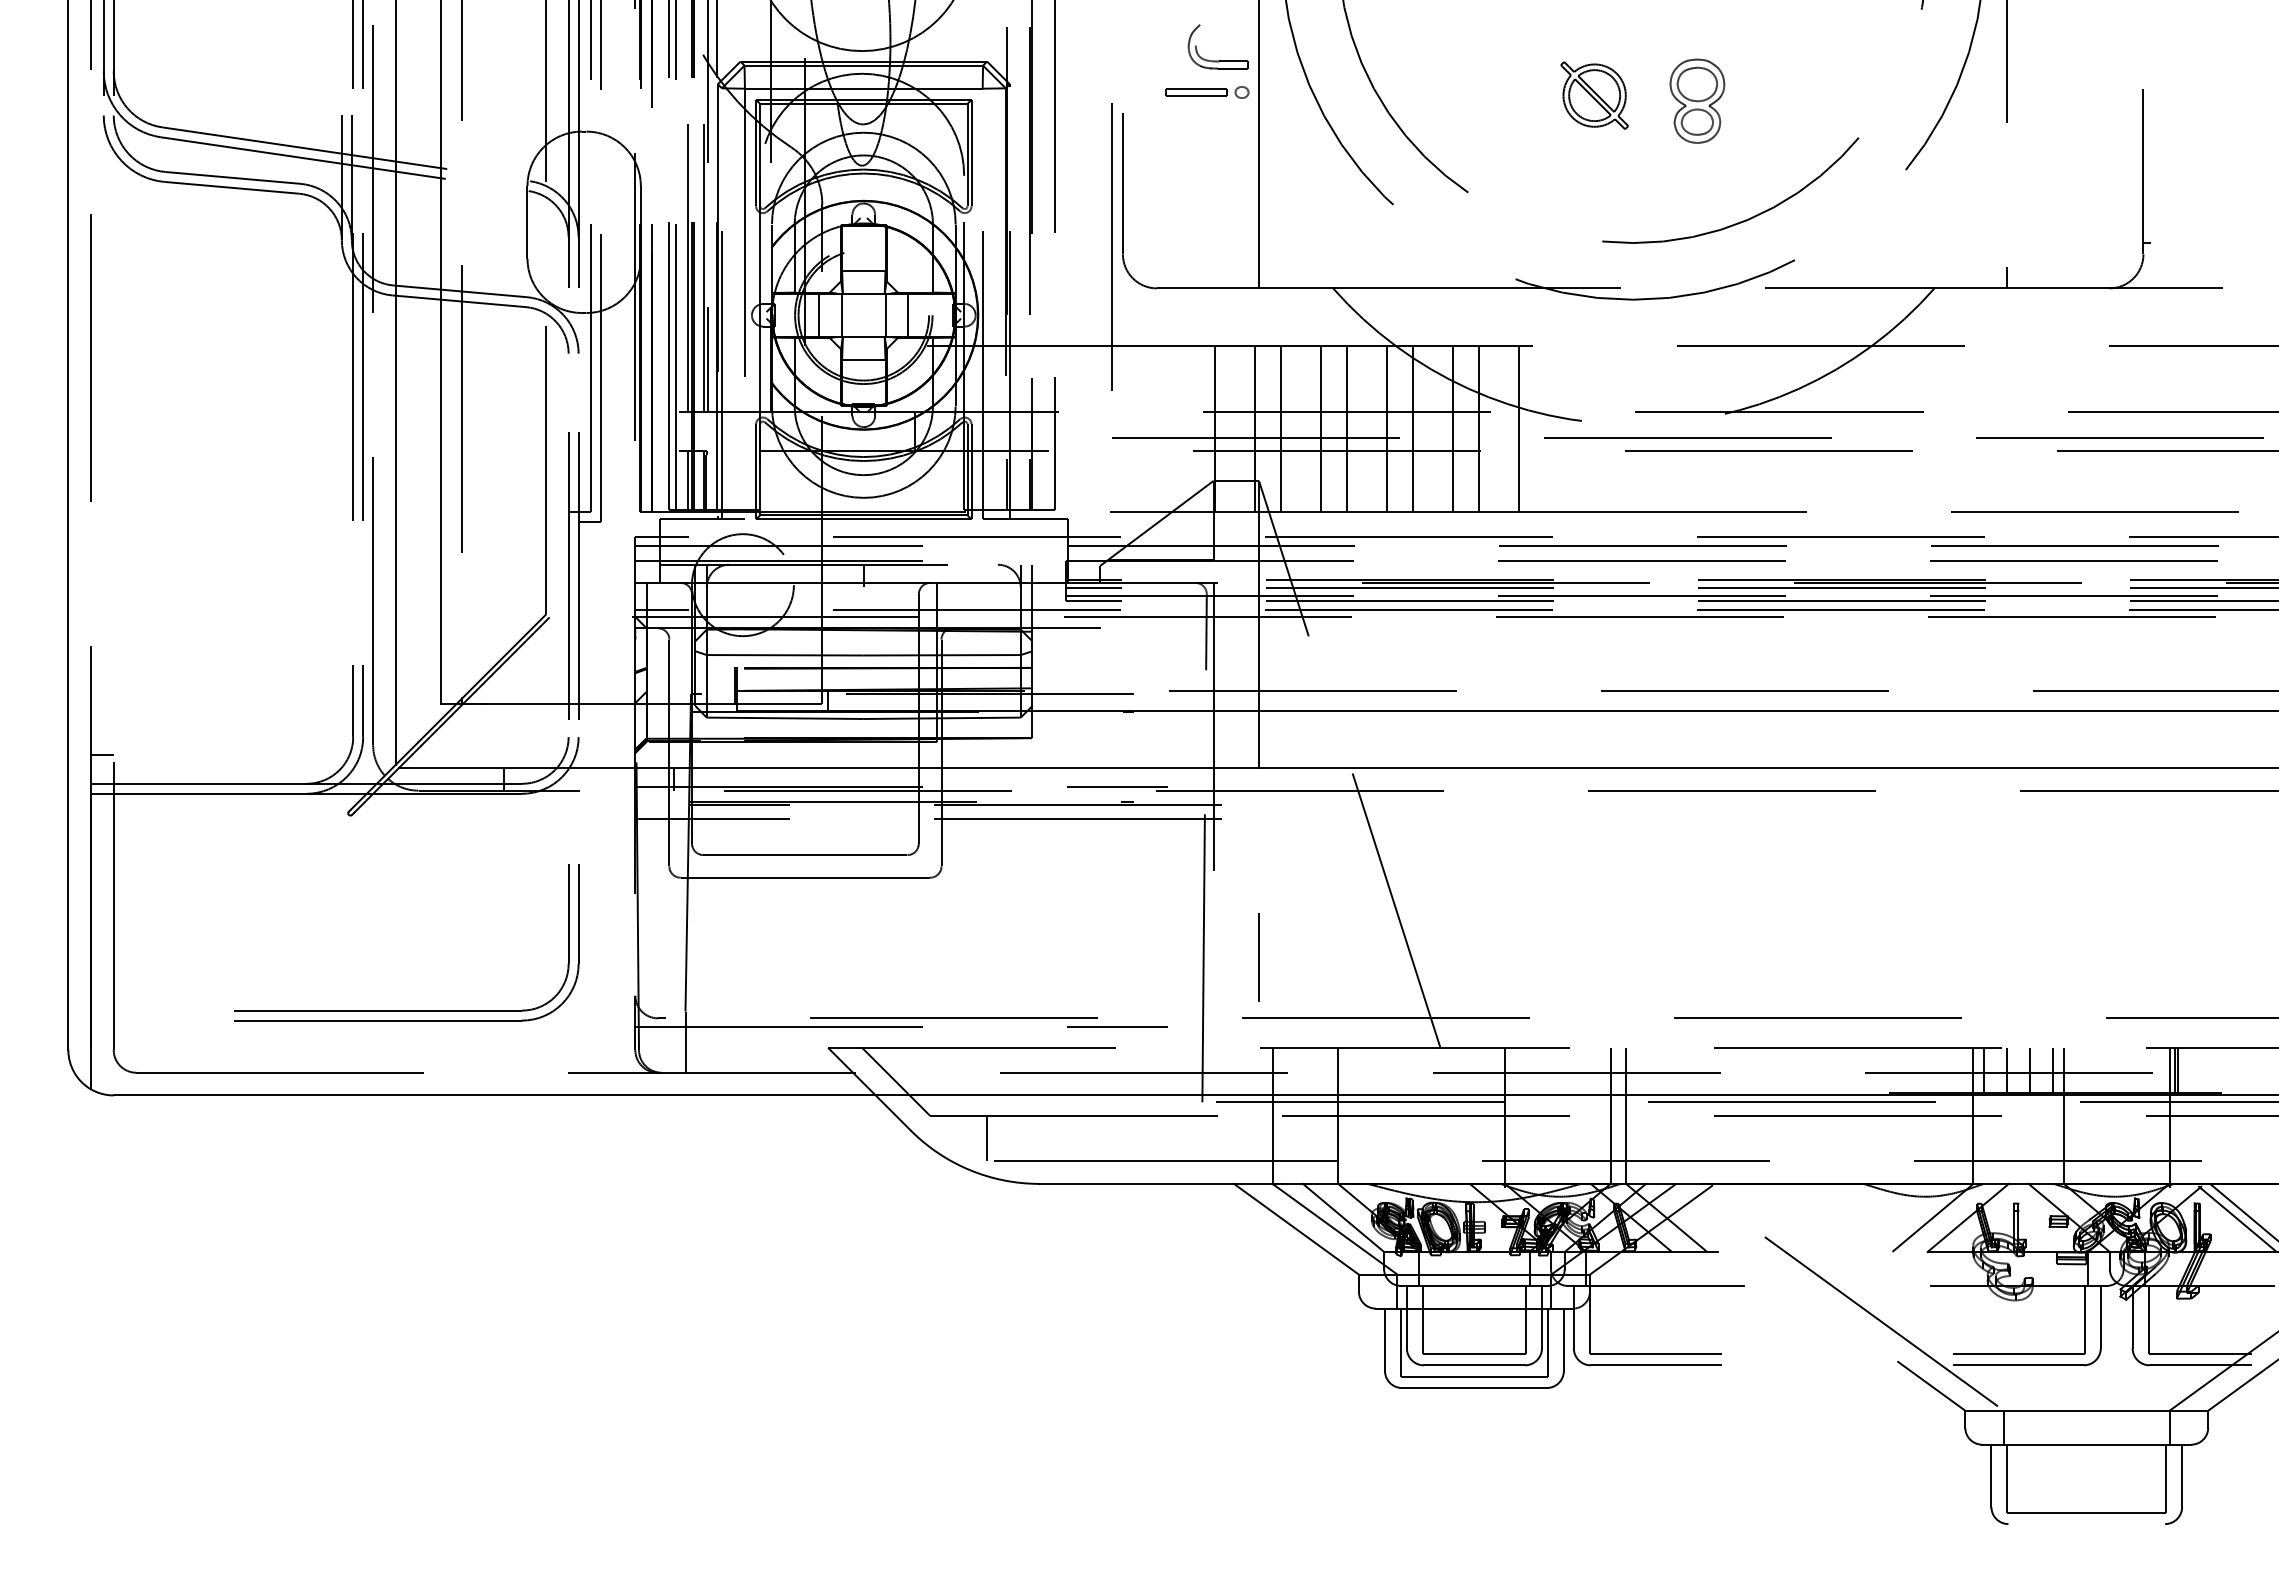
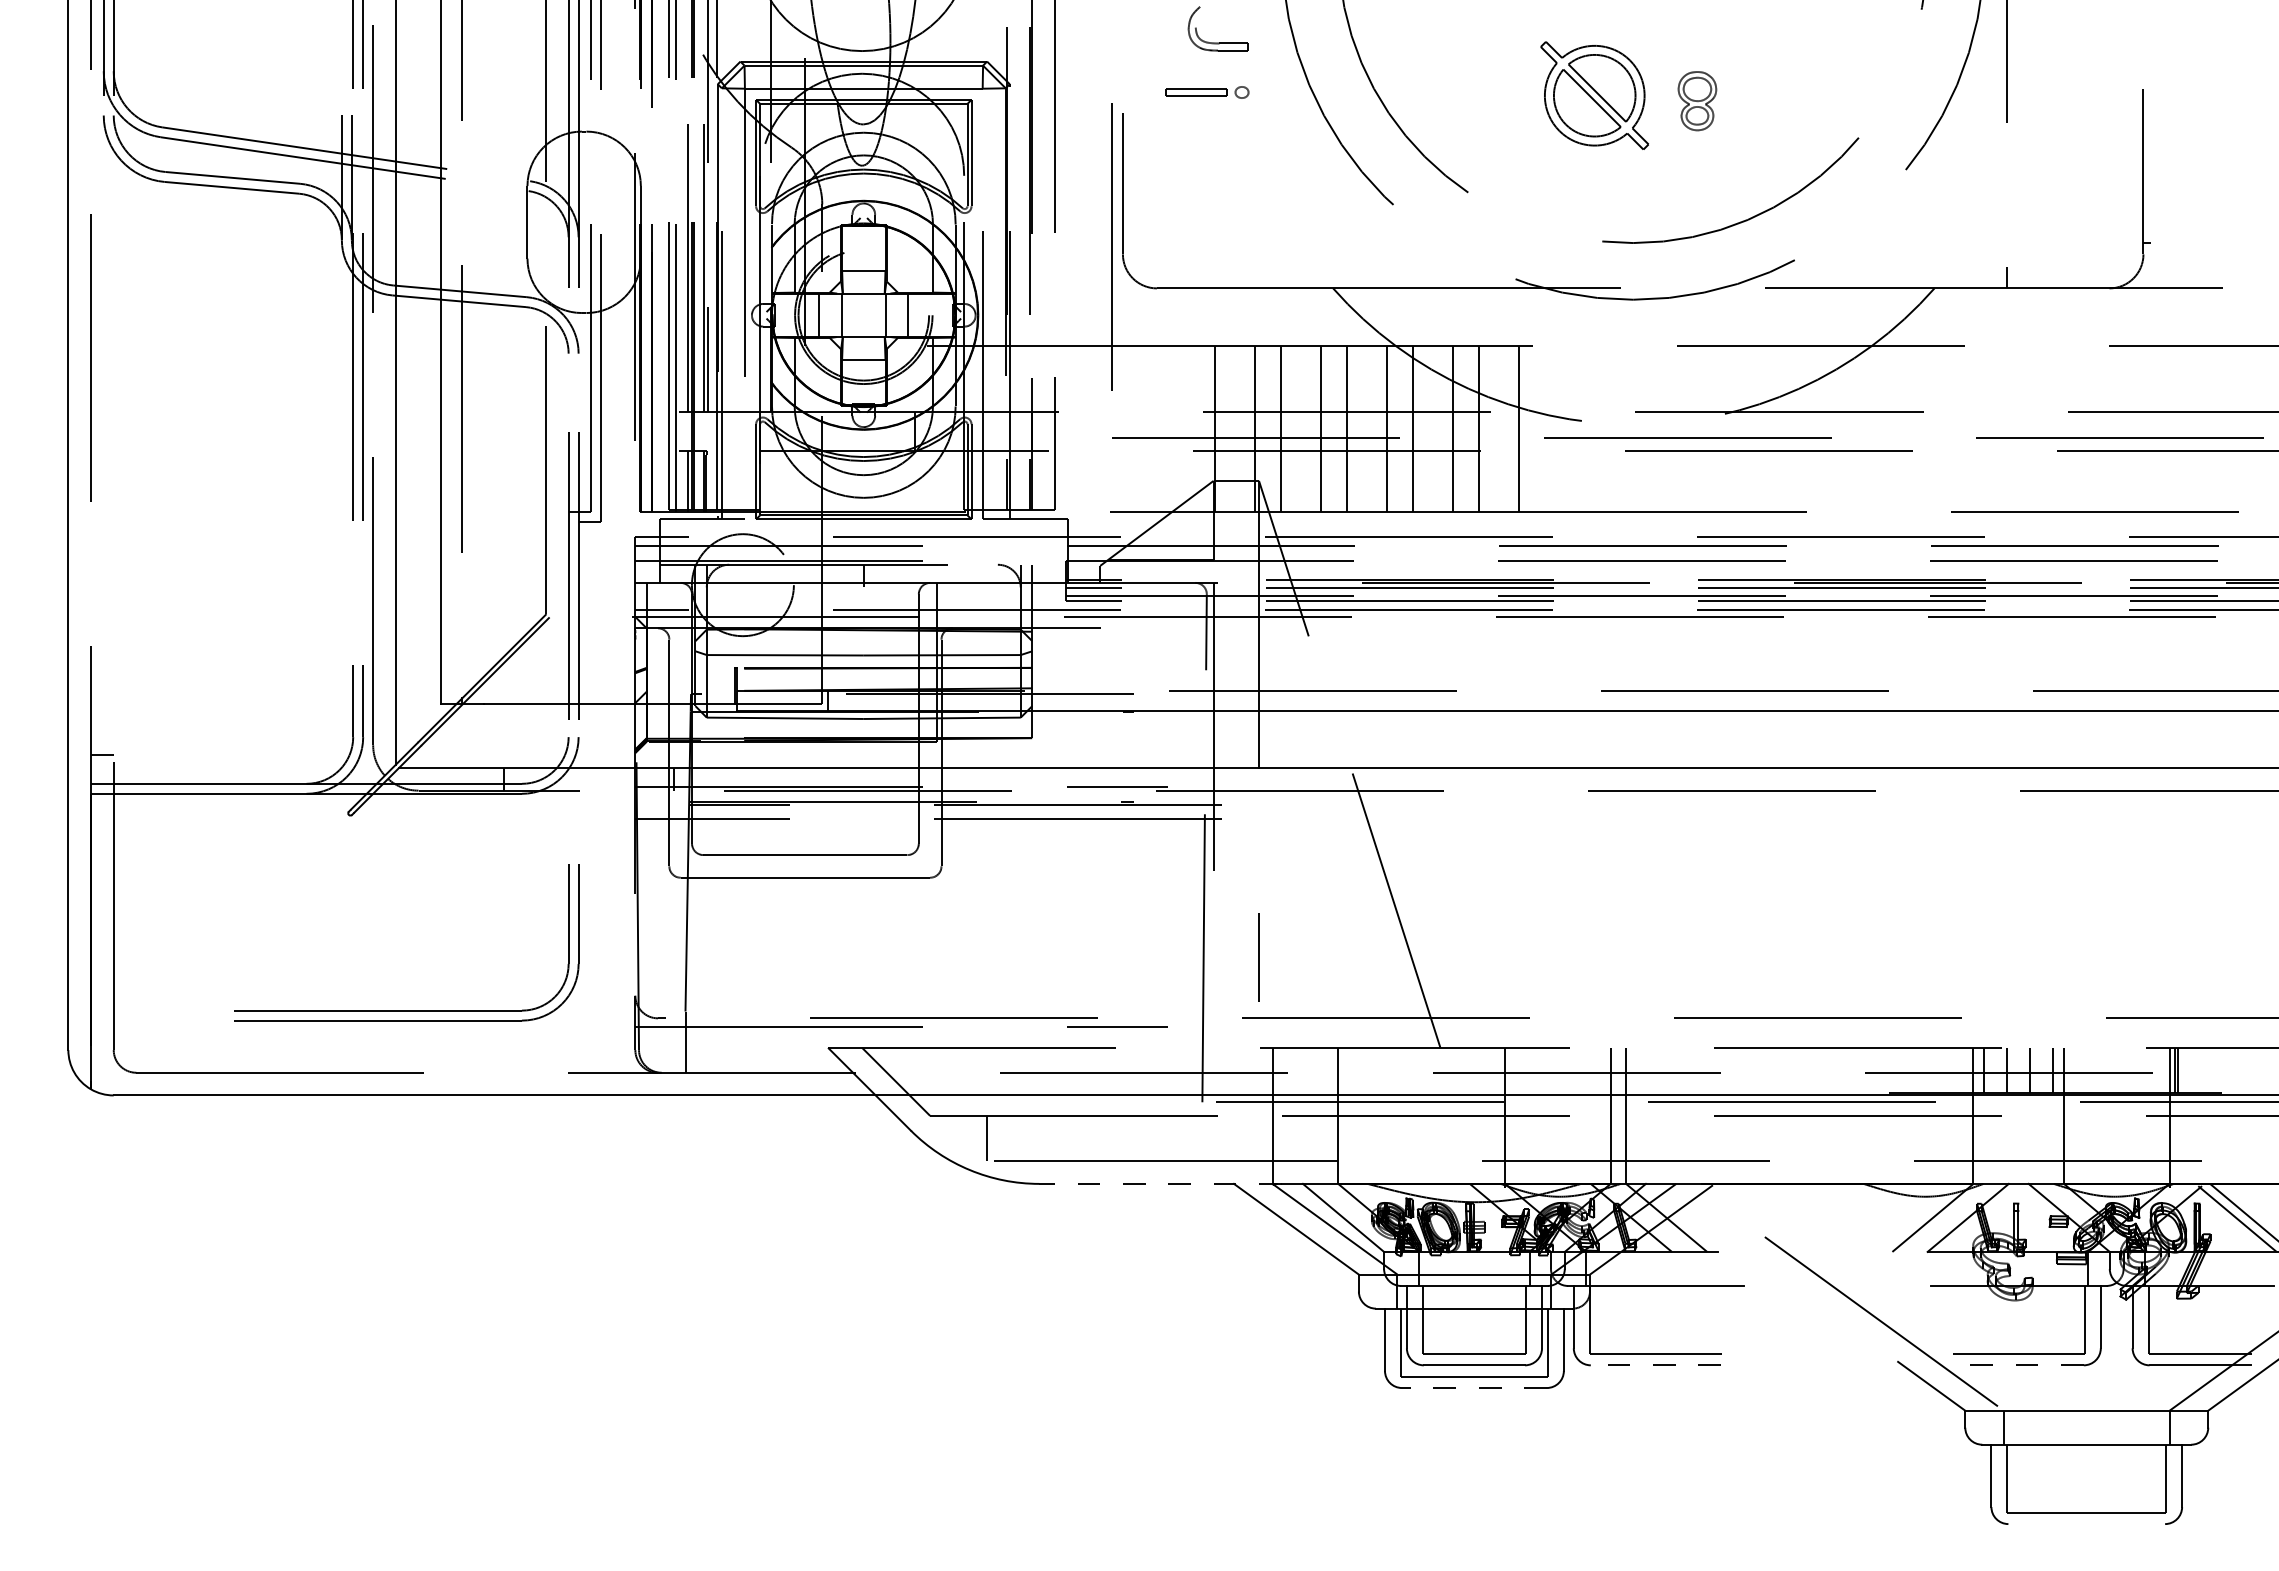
part at (1217, 60) position: (1217, 60) -> (1217, 42)
part at (1594, 95) size: 69x69 px -> 109x109 px
part at (1697, 100) size: 57x86 px -> 41x61 px
line at (1259, 145): present -> none
line at (1160, 1183): solid -> dashed
line at (1655, 1365): solid -> dashed
line at (2018, 1365): solid -> dashed
line at (1473, 1388): solid -> dashed
